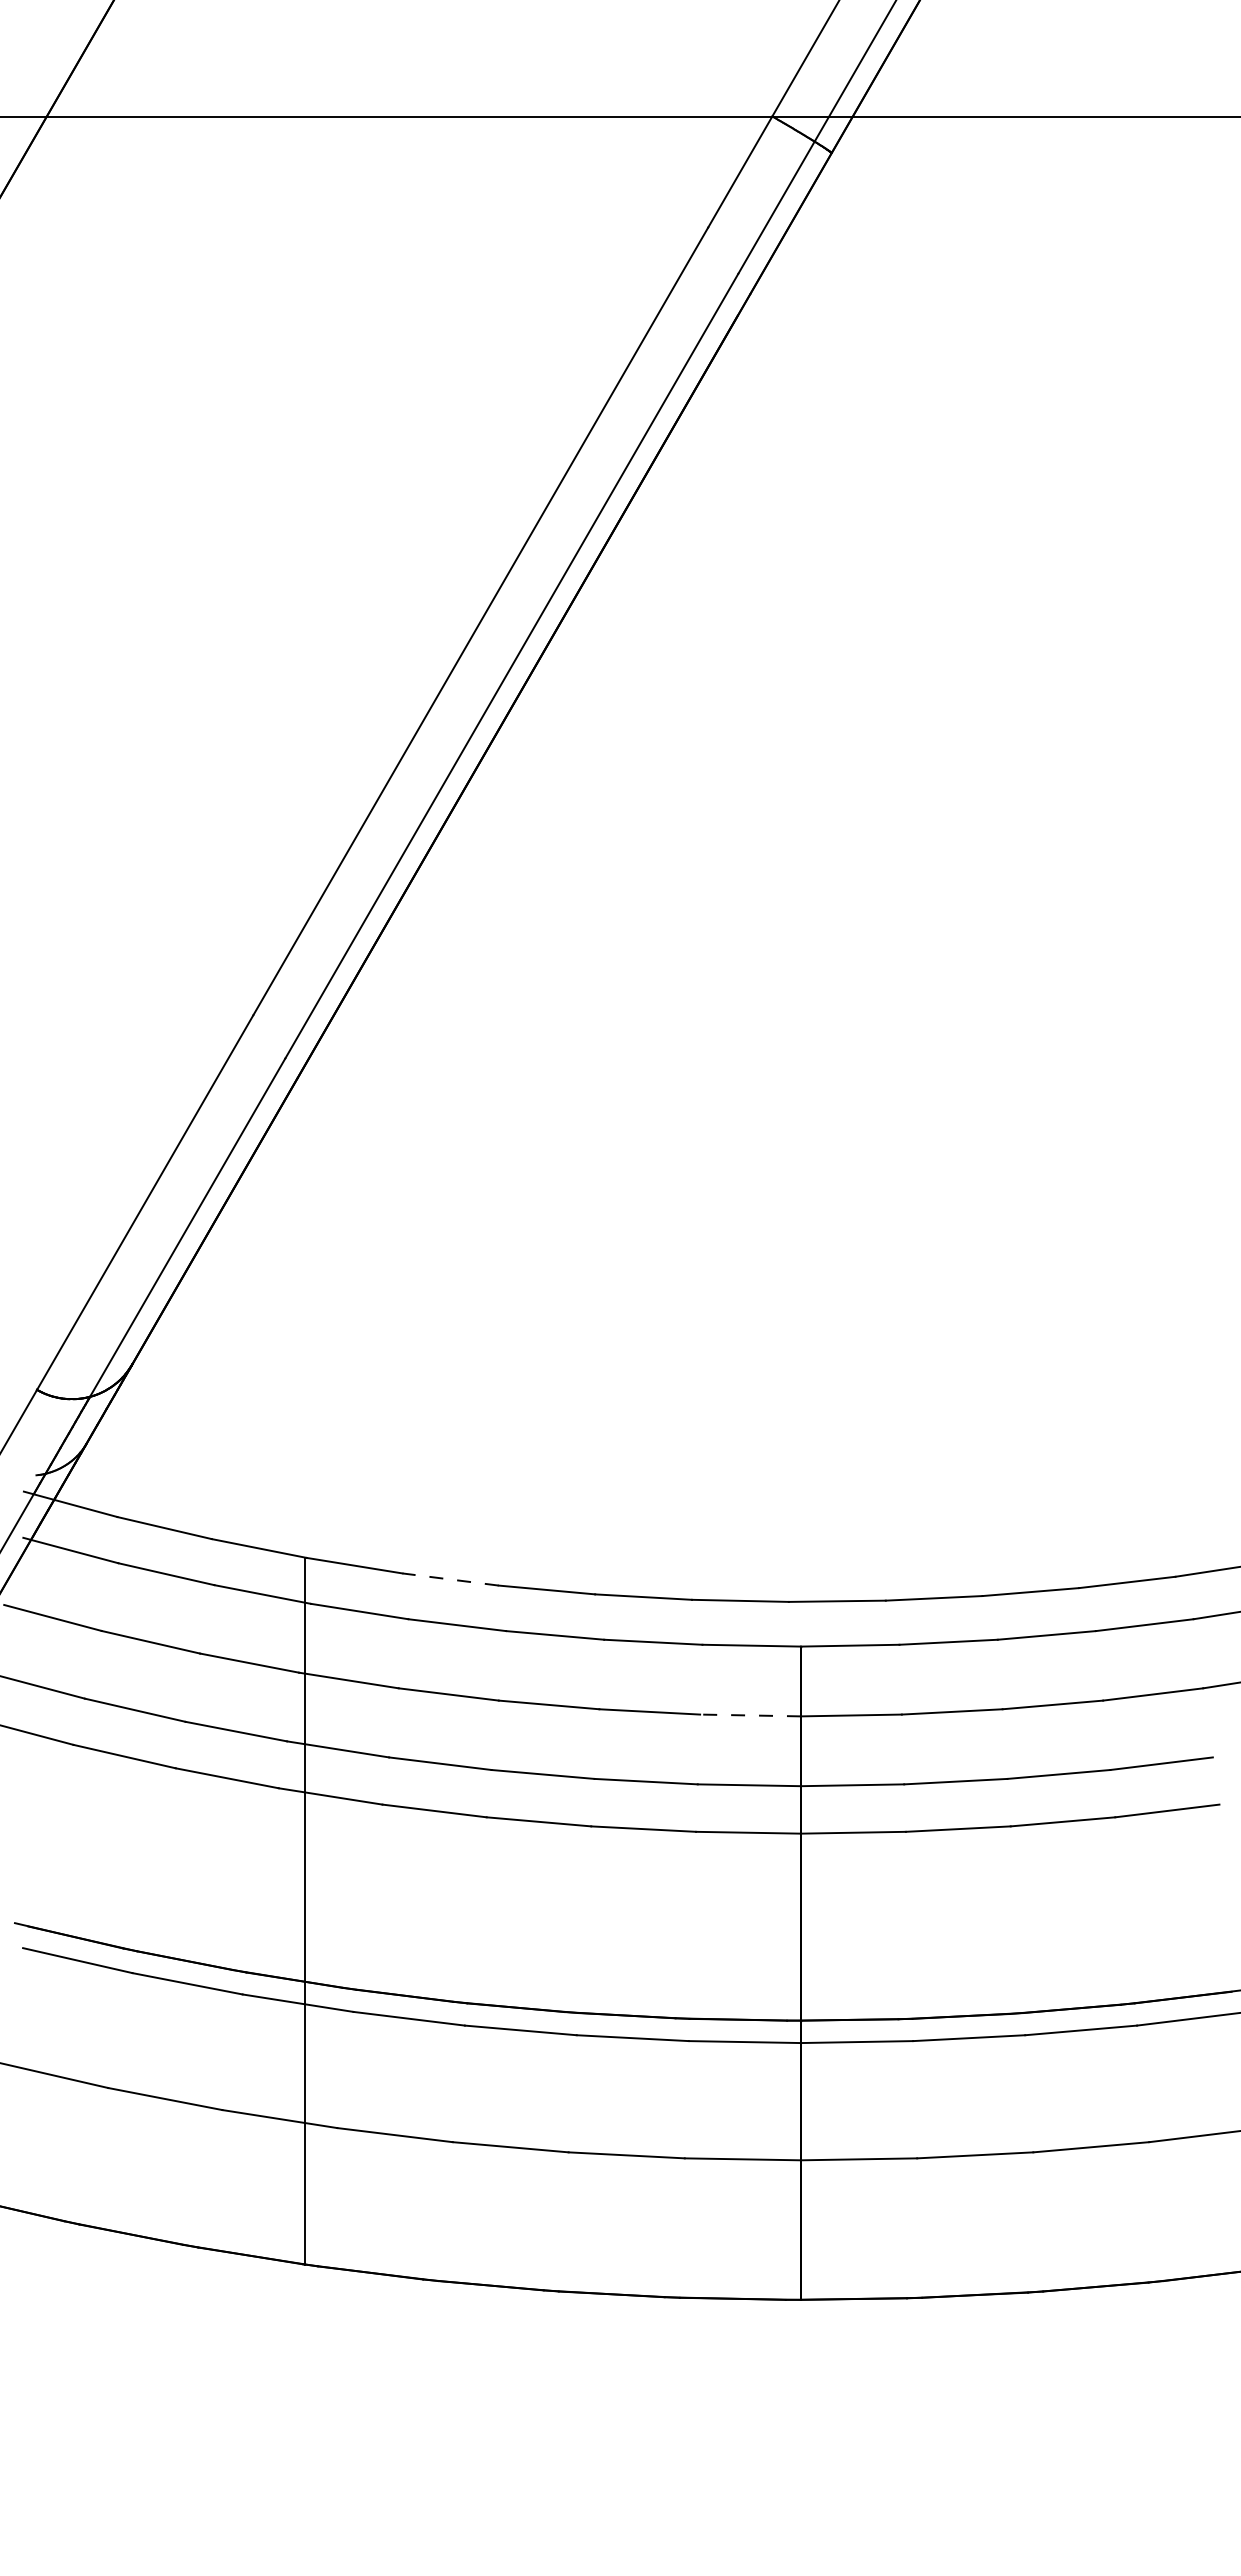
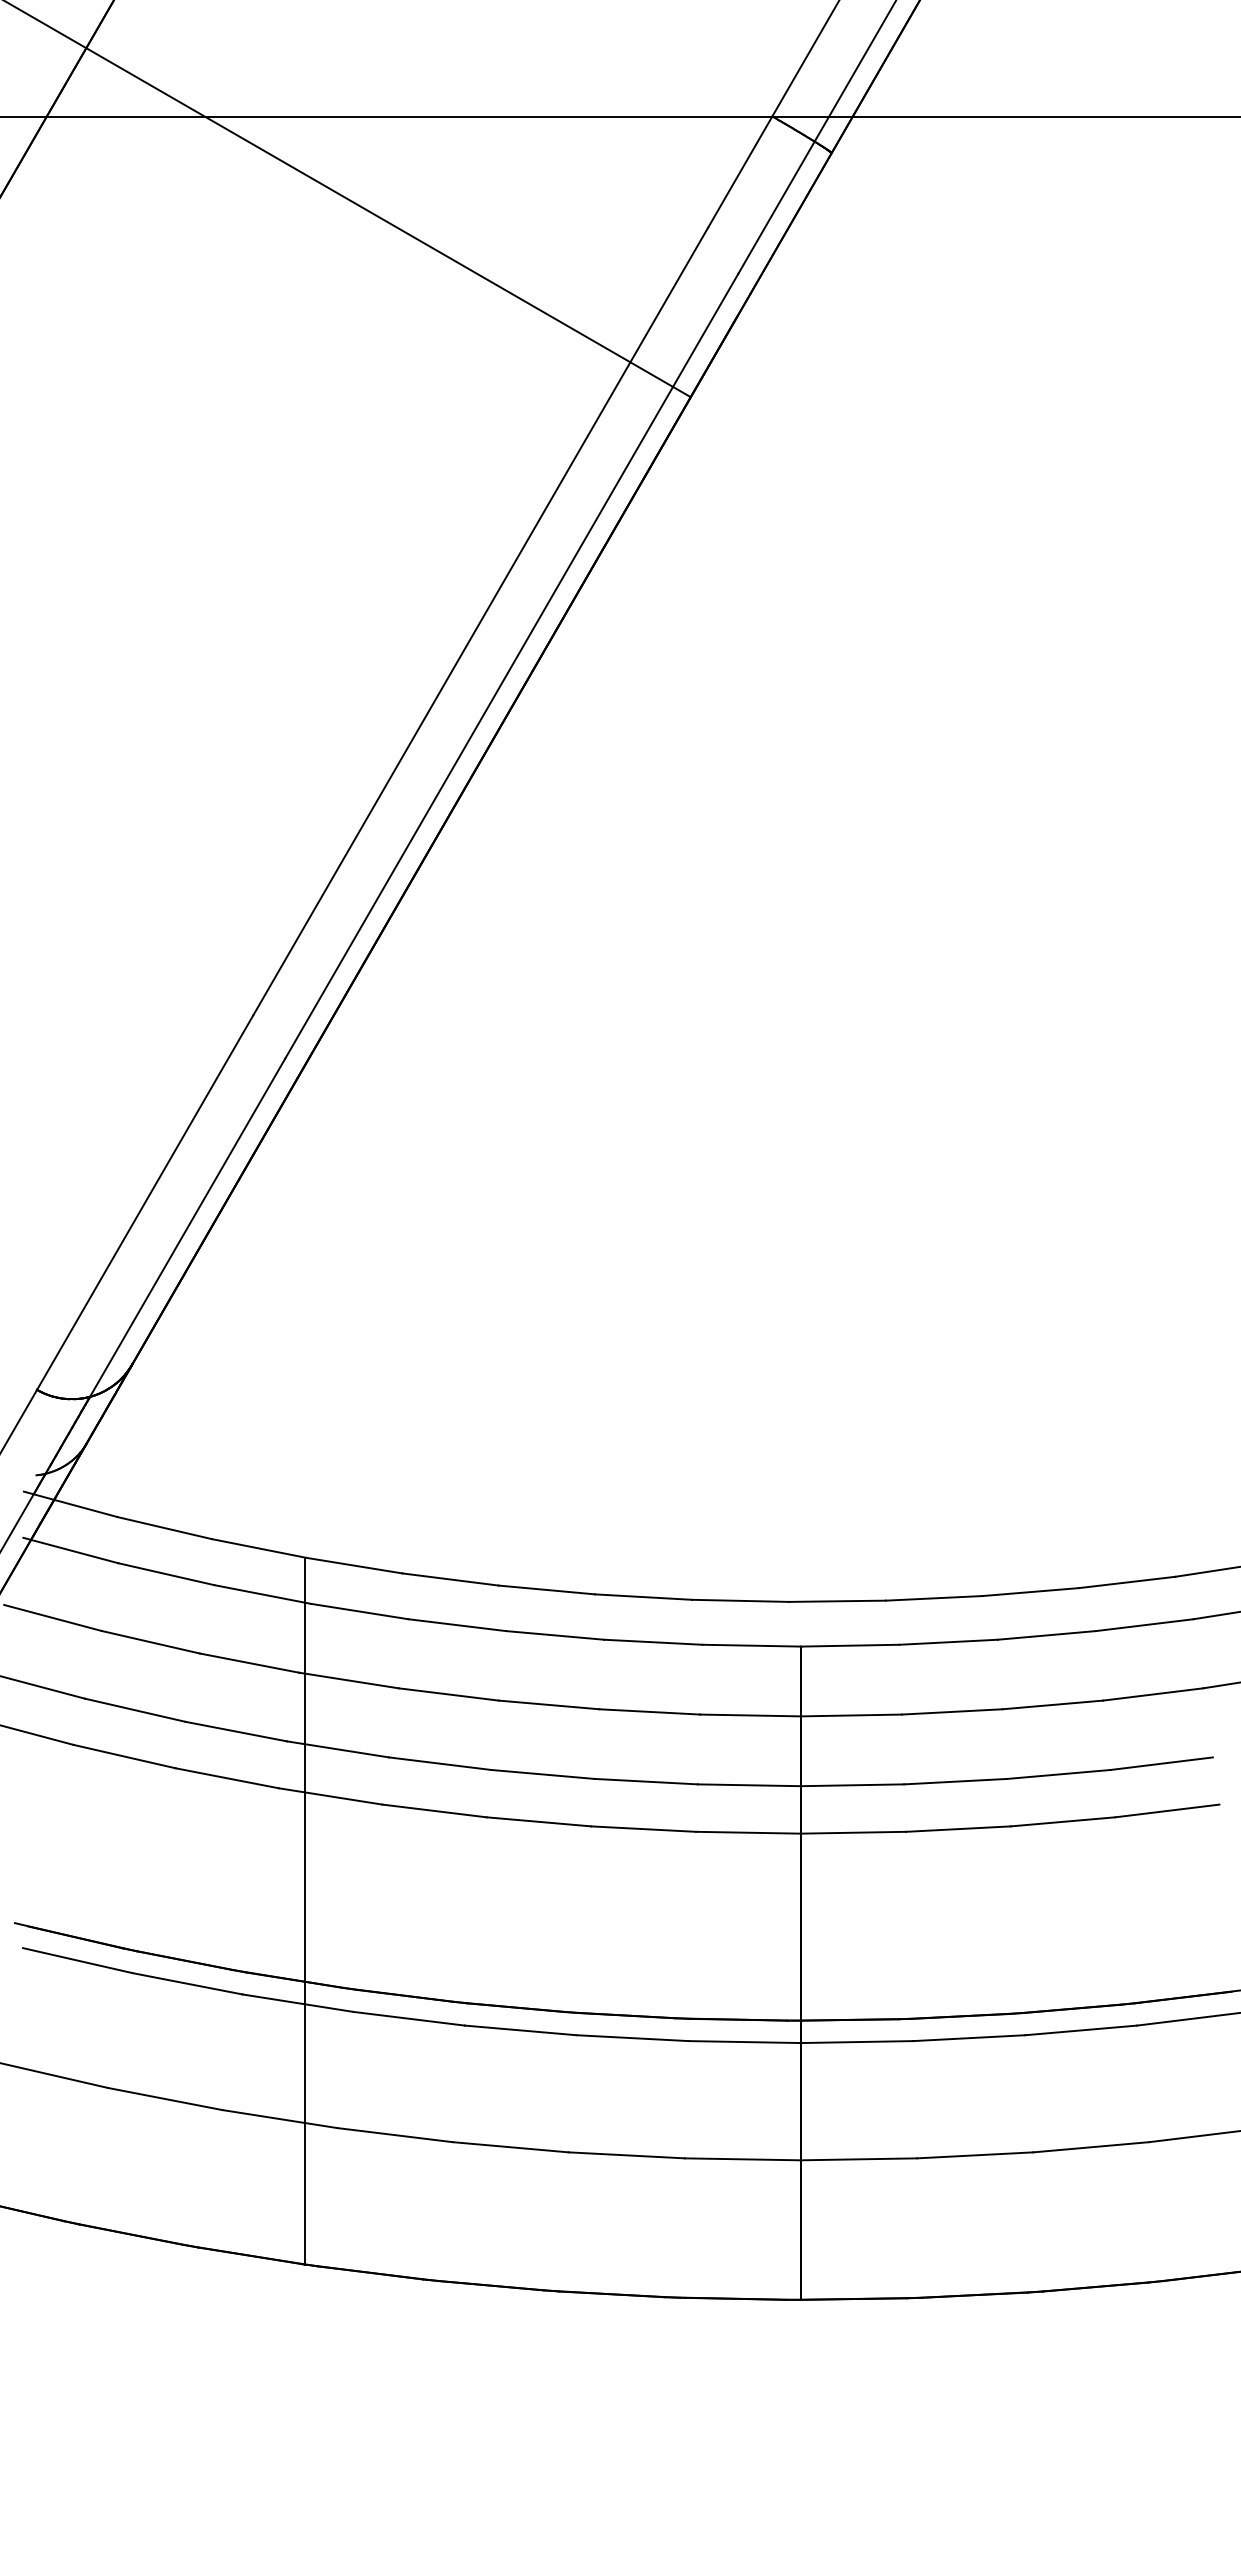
line at (348, 199): none -> present
line at (450, 1579): dashed -> solid
line at (750, 1715): dashed -> solid
